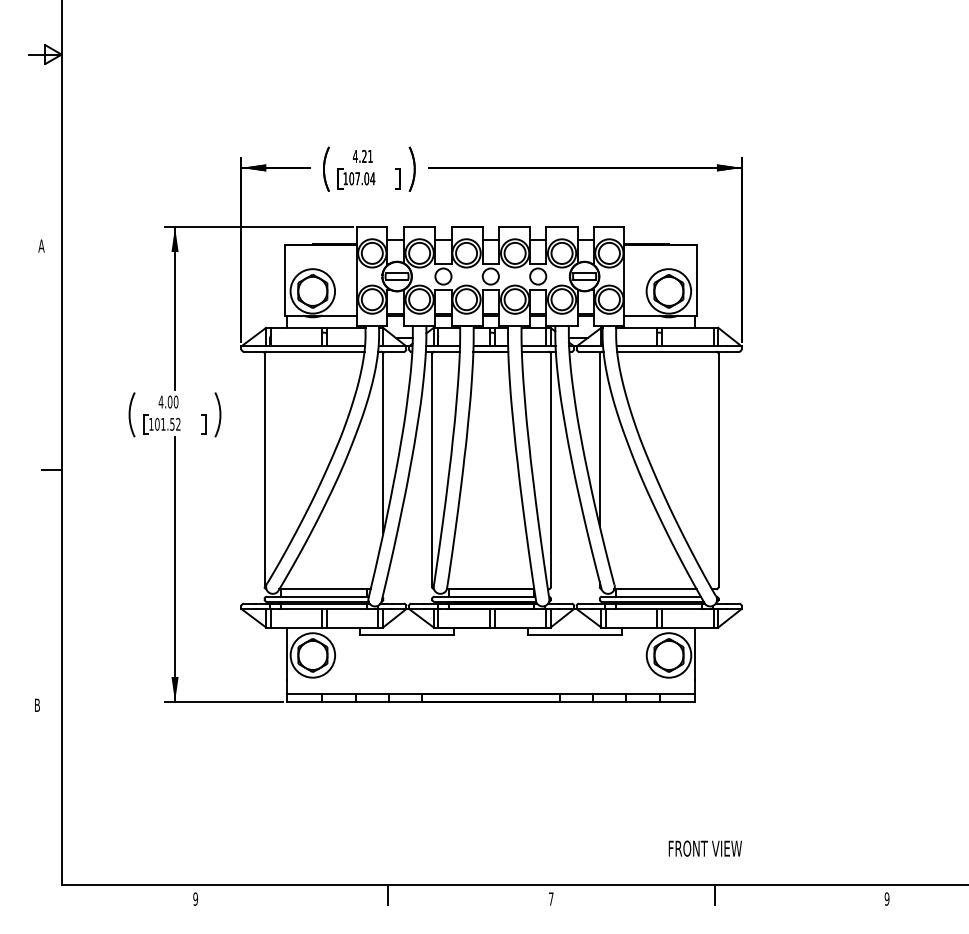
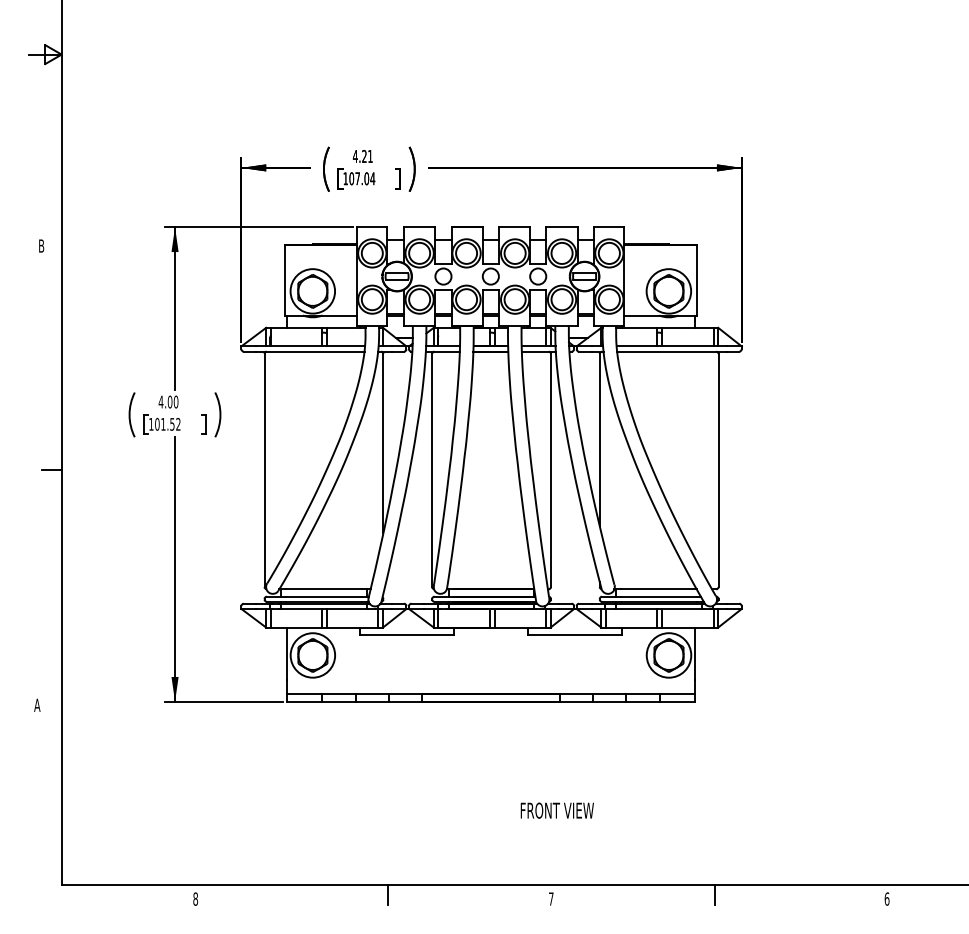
text at (41, 245): A -> B
text at (37, 704): B -> A
text at (704, 848) position: (704, 848) -> (556, 810)
text at (195, 898): 9 -> 8
text at (886, 898): 9 -> 6
